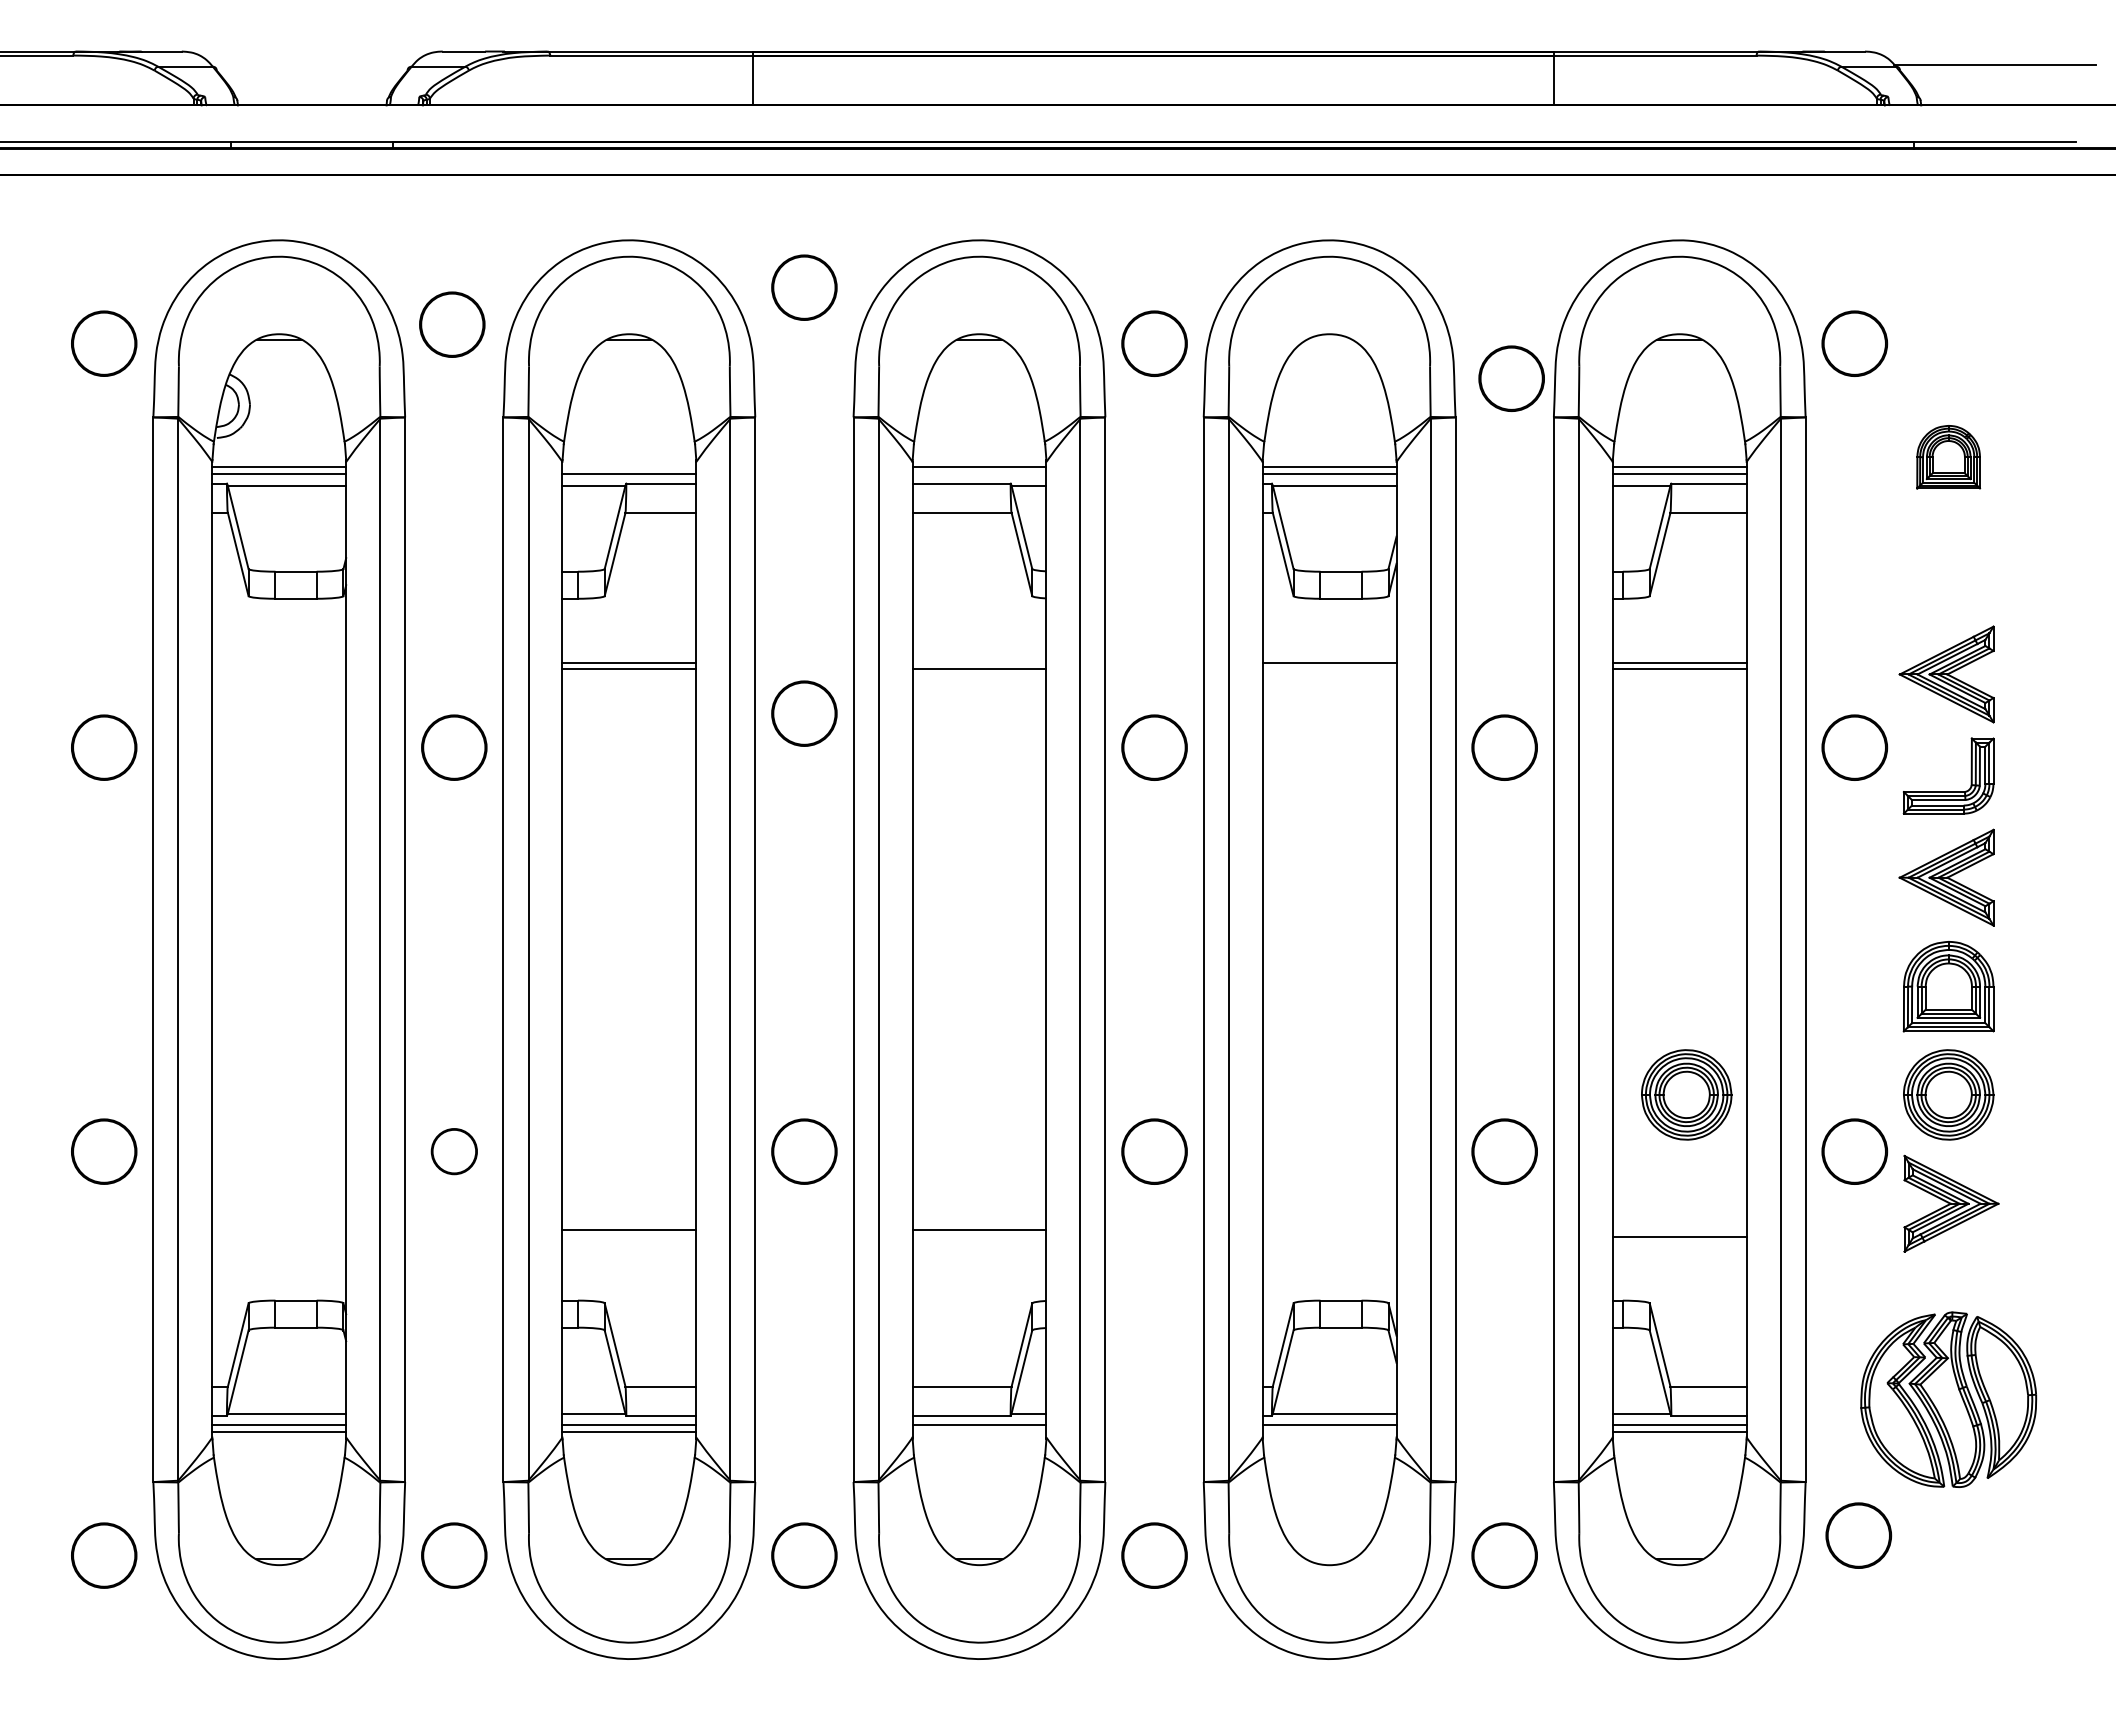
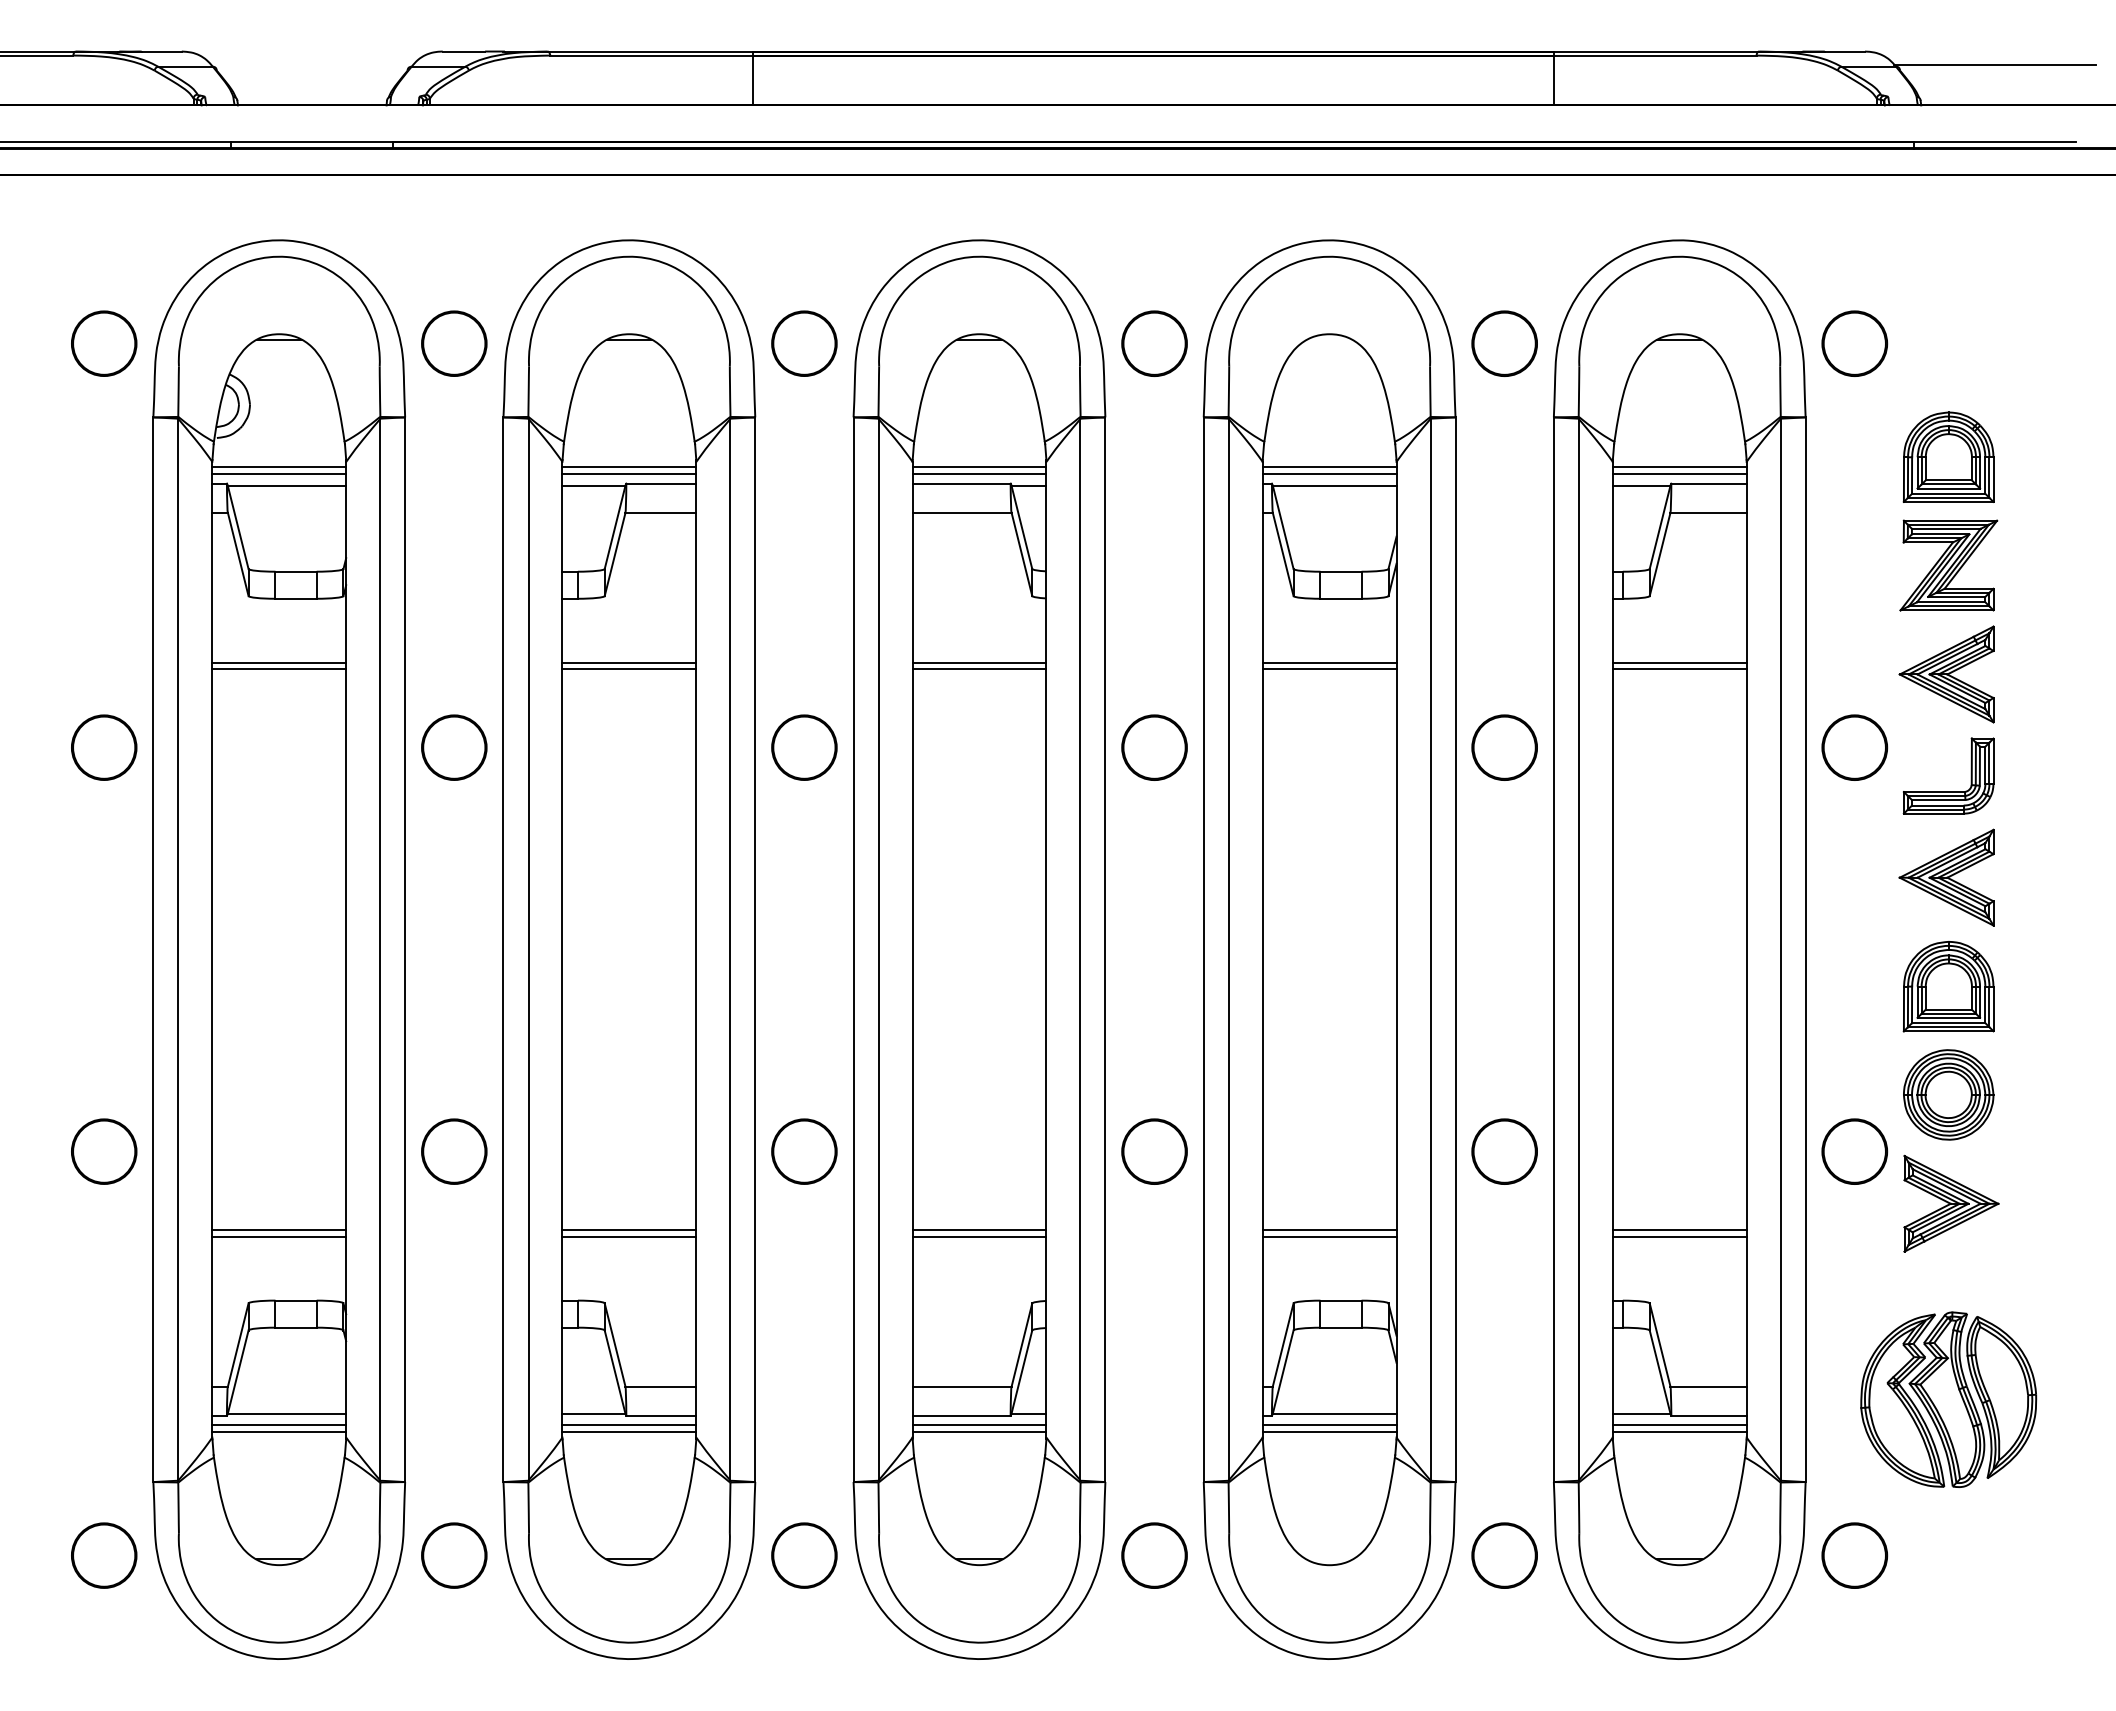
circle at (804, 287) position: (804, 287) -> (804, 343)
circle at (452, 324) position: (452, 324) -> (454, 343)
part at (1511, 378) position: (1511, 378) -> (1504, 343)
part at (1948, 457) size: 66x65 px -> 93x92 px
line at (629, 467): none -> present
line at (979, 474): none -> present
part at (1948, 565): none -> present
line at (279, 662): none -> present
line at (979, 662): none -> present
line at (279, 669): none -> present
line at (1329, 669): none -> present
circle at (804, 713) position: (804, 713) -> (804, 747)
part at (1686, 1094): present -> none
circle at (453, 1151) size: 48x48 px -> 67x67 px
line at (279, 1229): none -> present
line at (1329, 1229): none -> present
line at (1679, 1229): none -> present
line at (279, 1236): none -> present
line at (629, 1236): none -> present
line at (979, 1236): none -> present
line at (1329, 1236): none -> present
line at (979, 1432): none -> present
line at (1329, 1432): none -> present
part at (1858, 1535) position: (1858, 1535) -> (1854, 1555)
